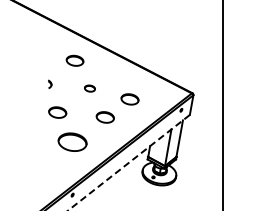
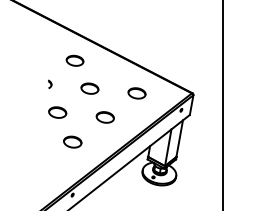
part at (89, 88) size: 12x9 px -> 20x13 px
part at (129, 99) position: (129, 99) -> (136, 93)
part at (72, 141) size: 31x20 px -> 20x14 px
line at (128, 163): dashed -> solid
